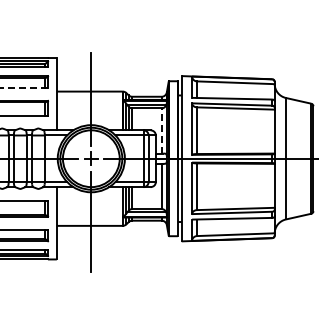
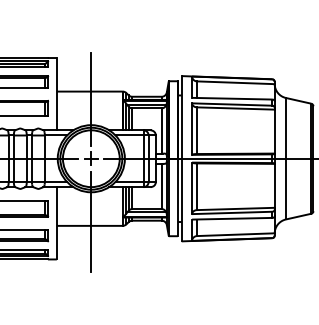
line at (24, 87): dashed -> solid
line at (161, 130): dashed -> solid
